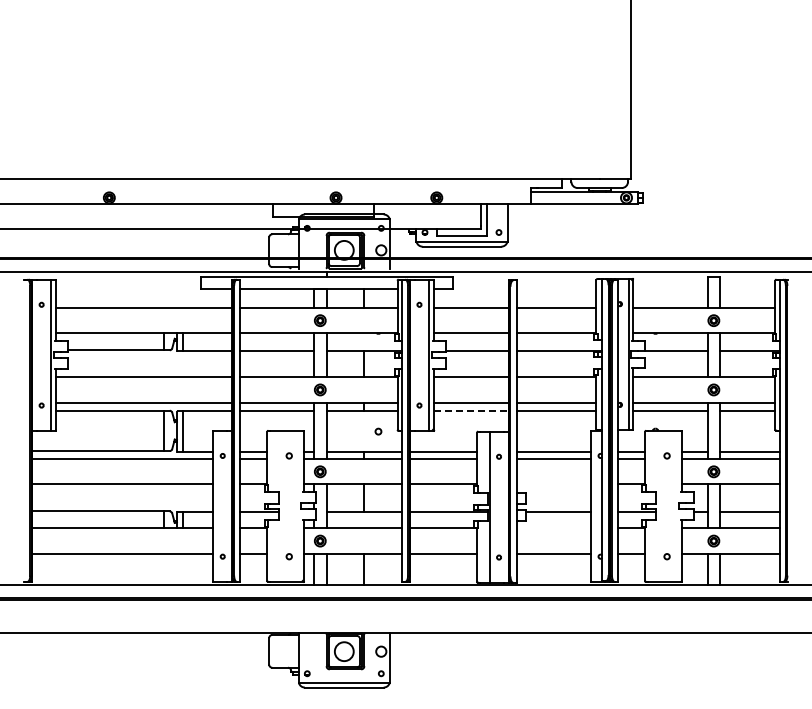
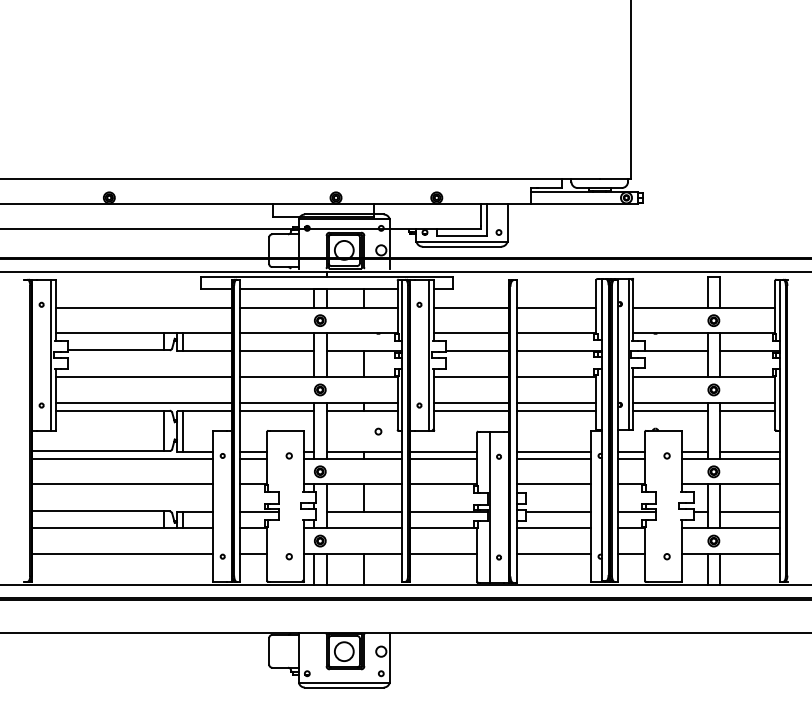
line at (471, 411): dashed -> solid
line at (553, 484): none -> present
line at (553, 528): none -> present
